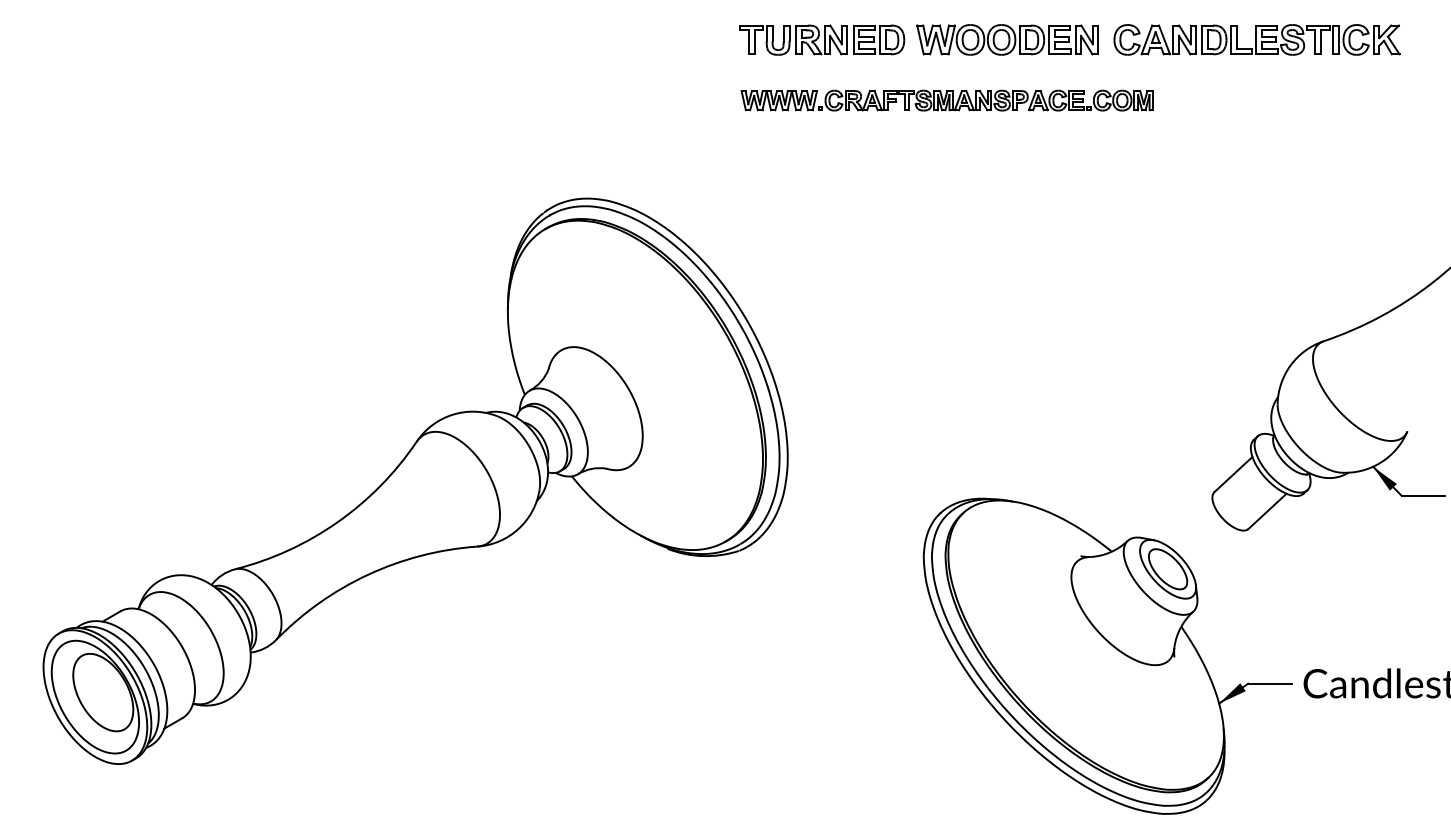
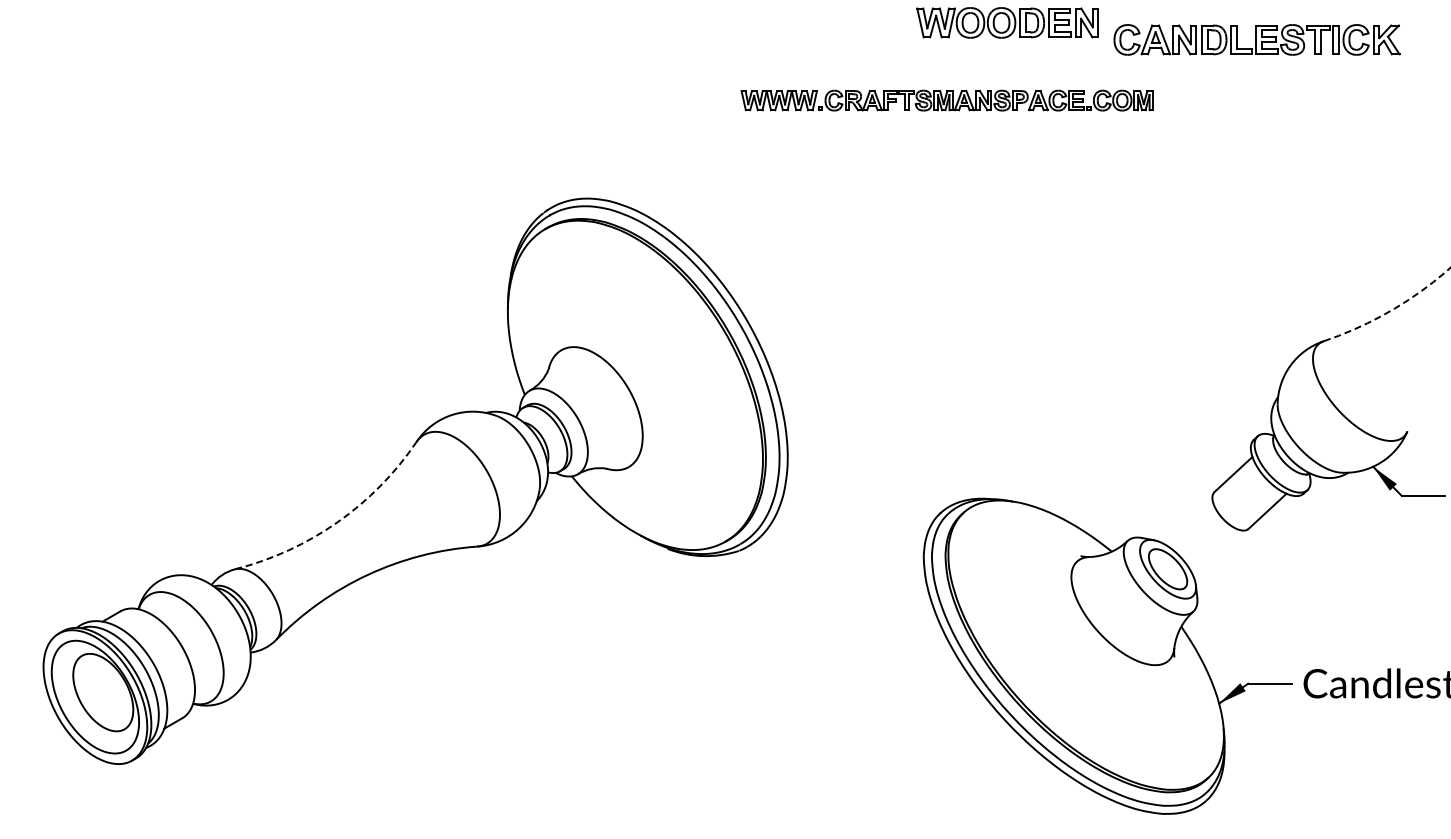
part at (822, 39): present -> none
part at (1007, 39) position: (1007, 39) -> (1007, 22)
arc at (1391, 310): solid -> dashed
arc at (337, 522): solid -> dashed
